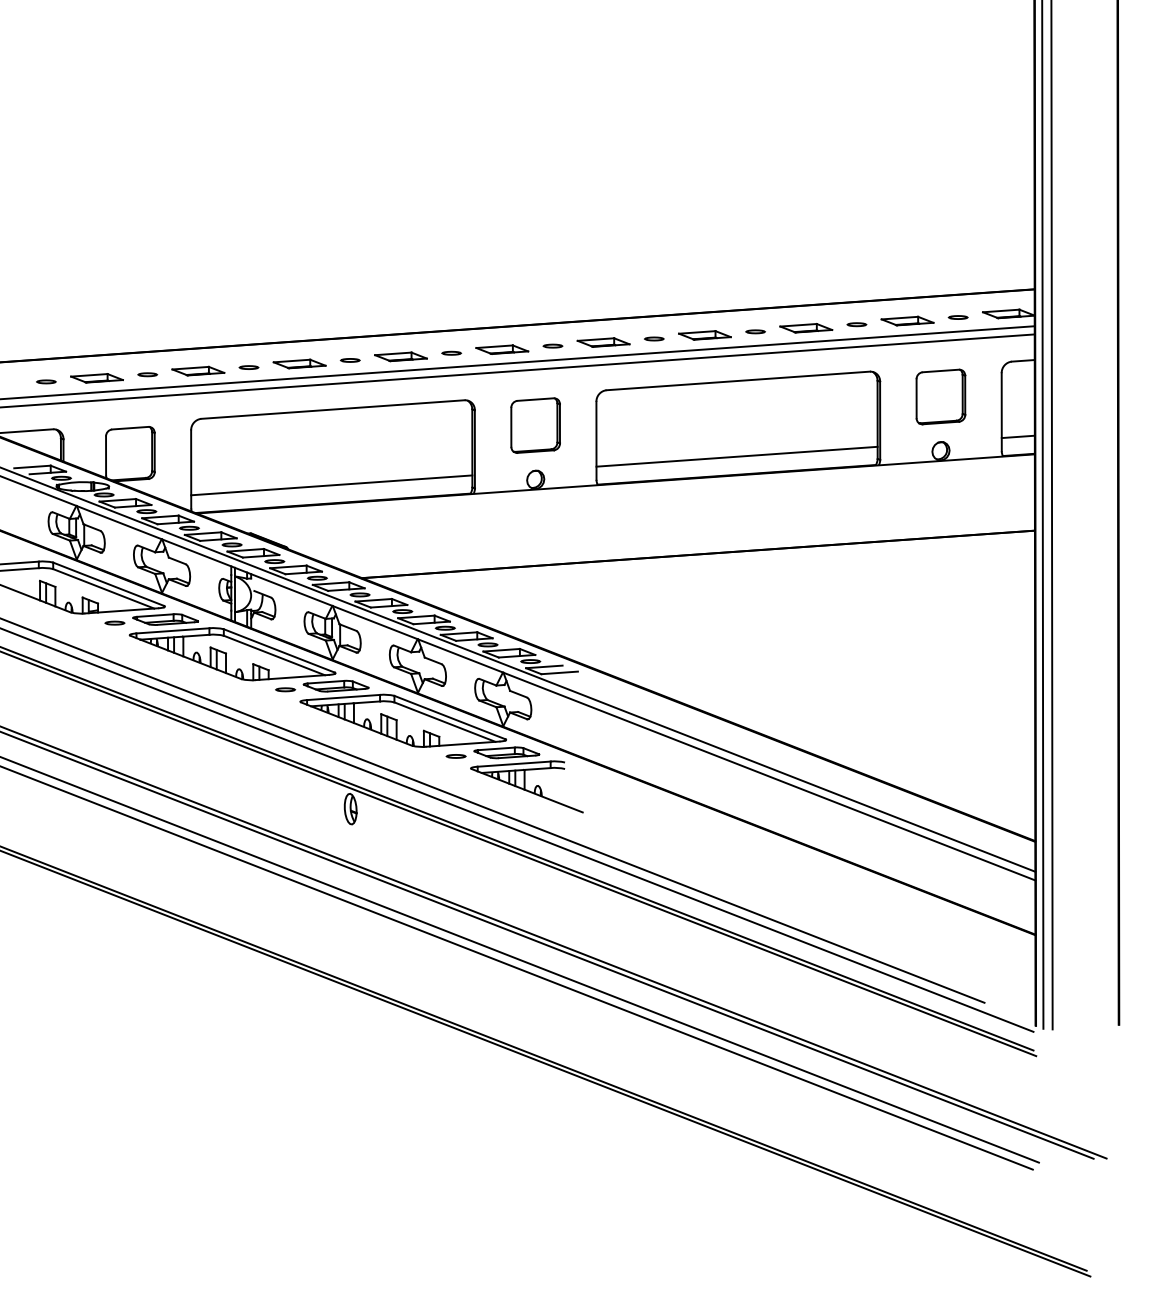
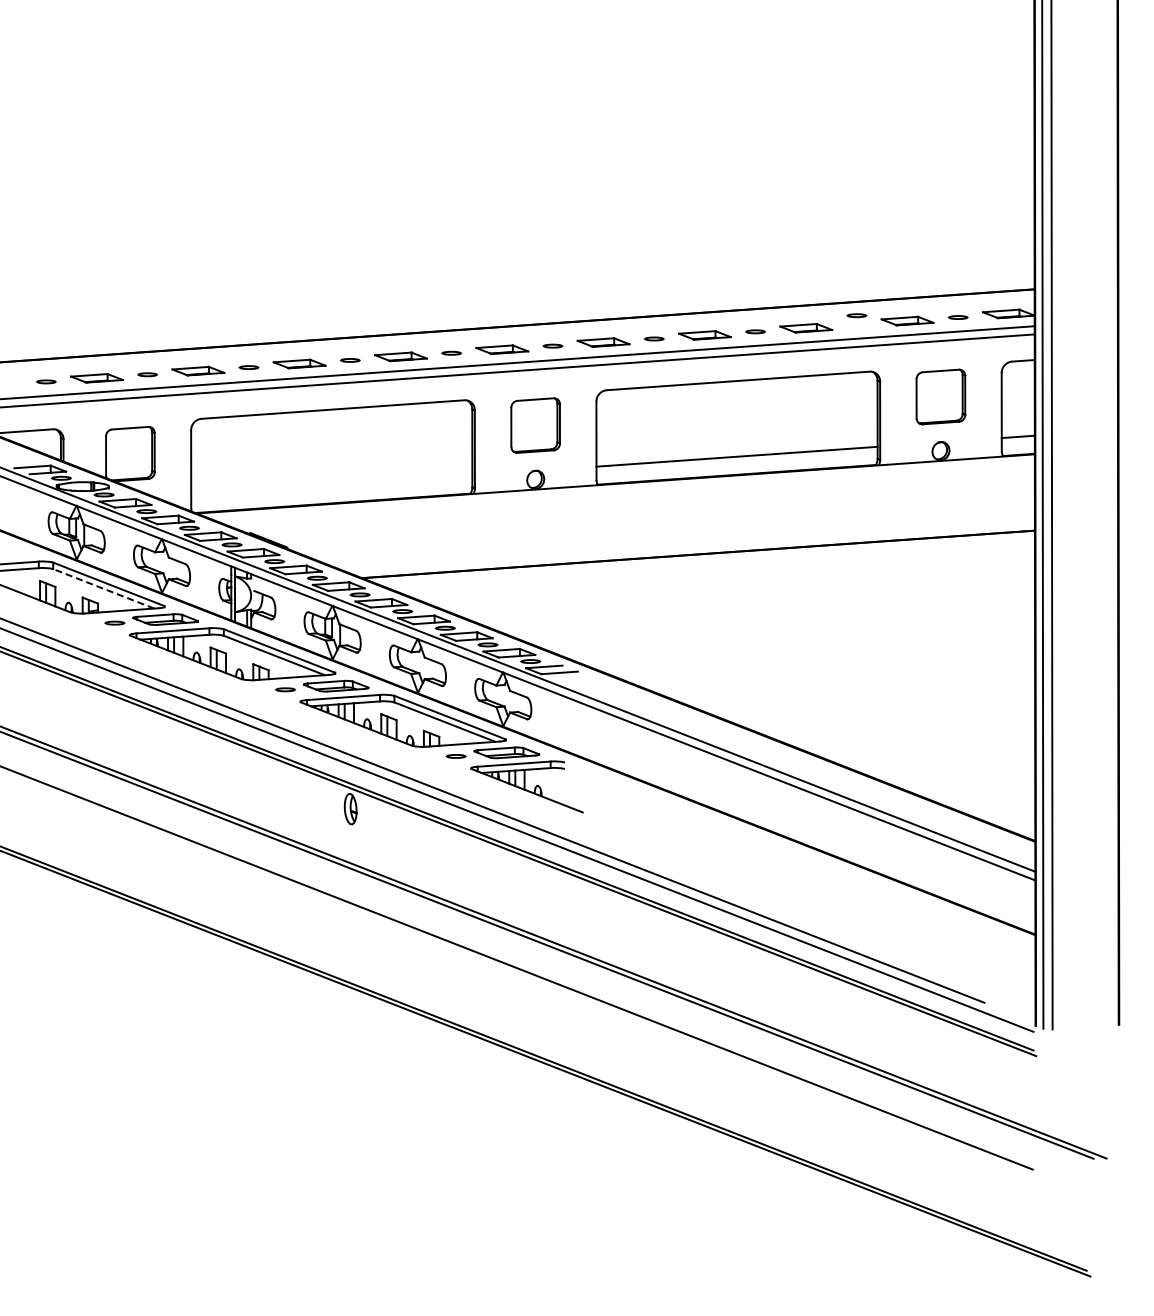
part at (856, 324) position: (856, 324) -> (856, 315)
line at (331, 485): present -> none
line at (103, 588): solid -> dashed
line at (520, 959): present -> none
